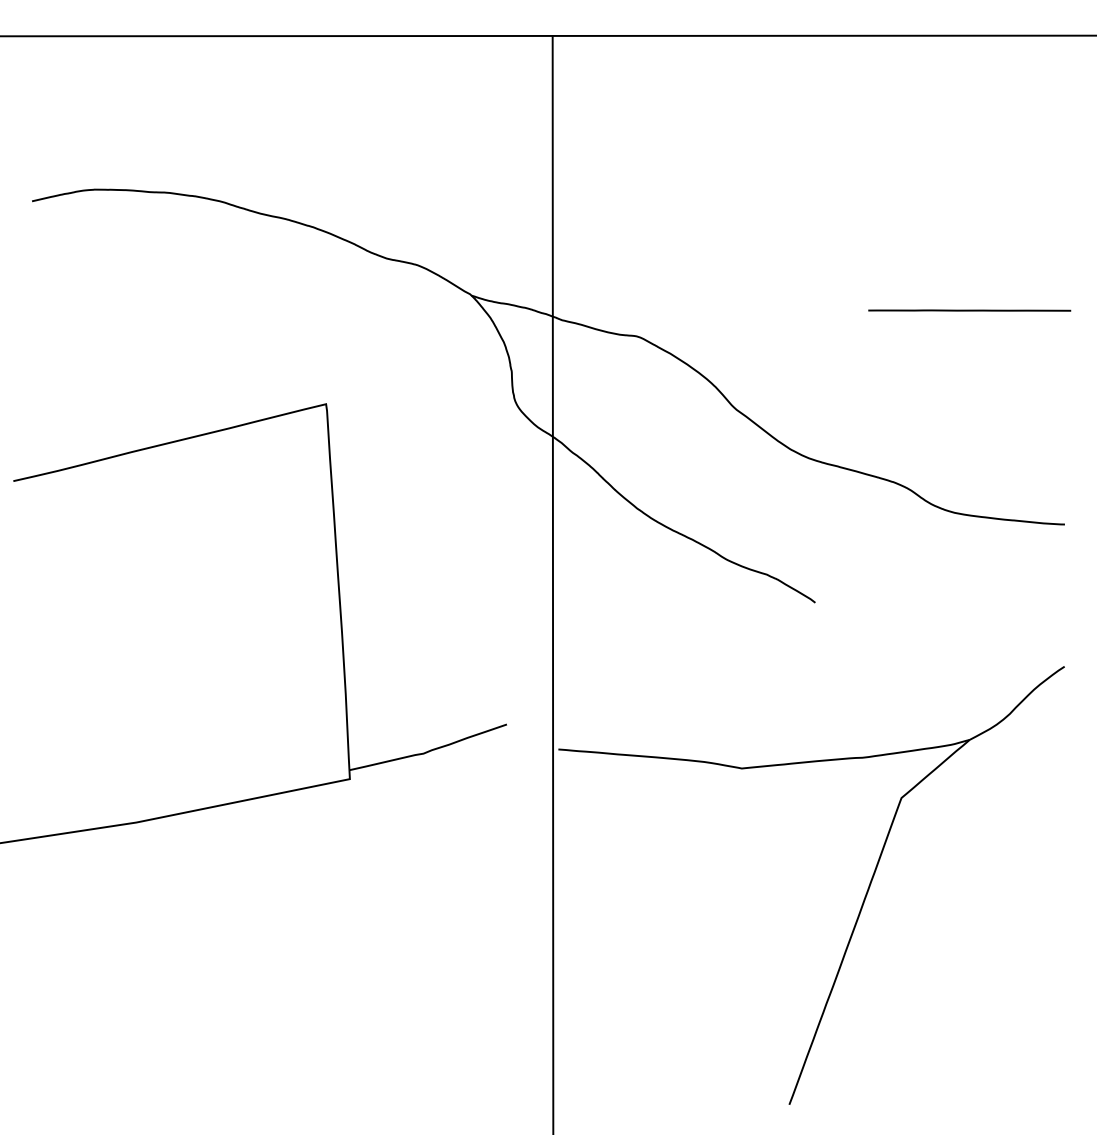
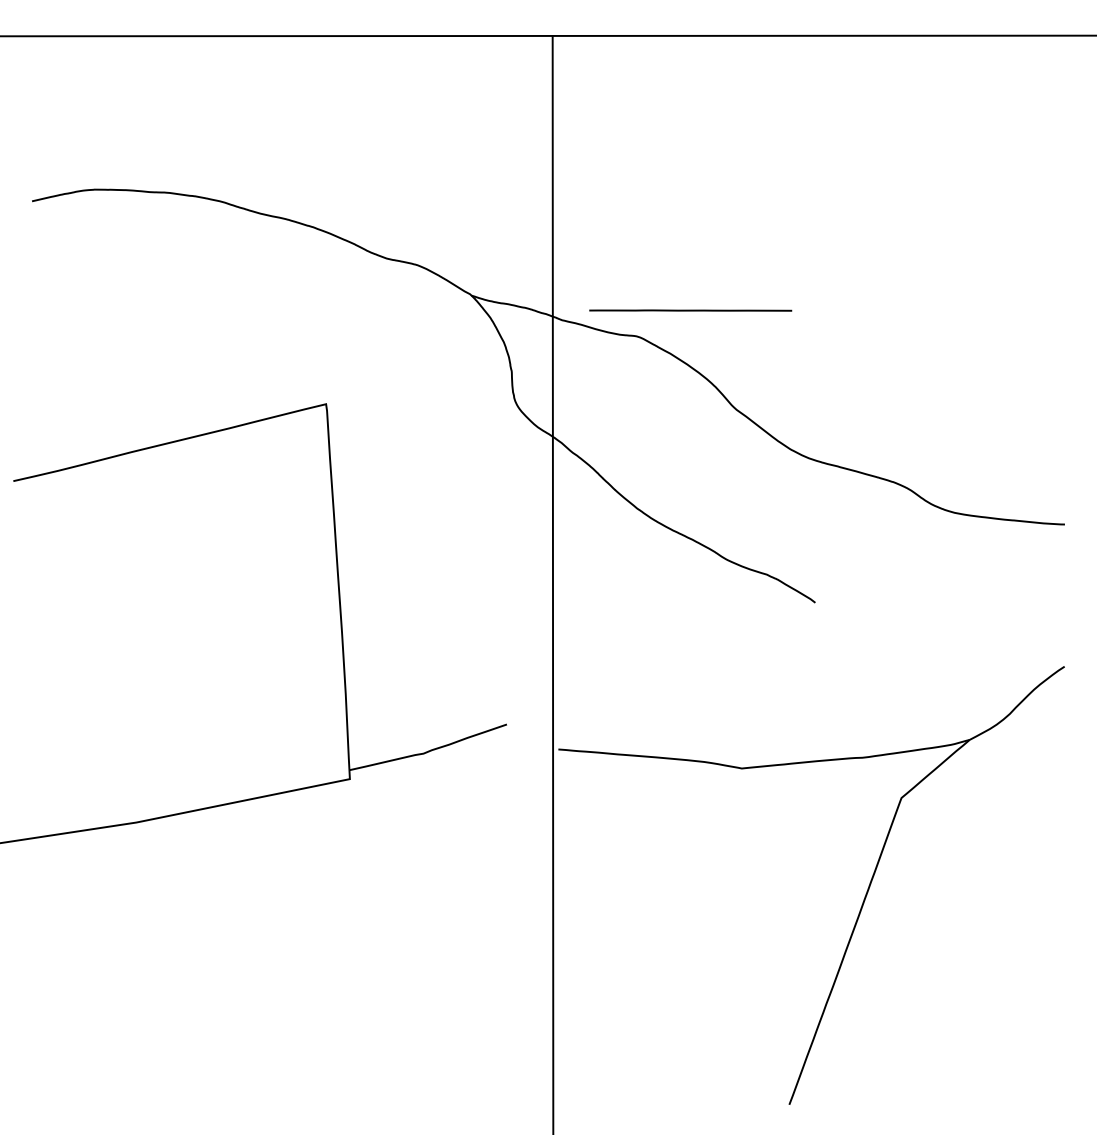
line at (969, 310) position: (969, 310) -> (690, 310)
